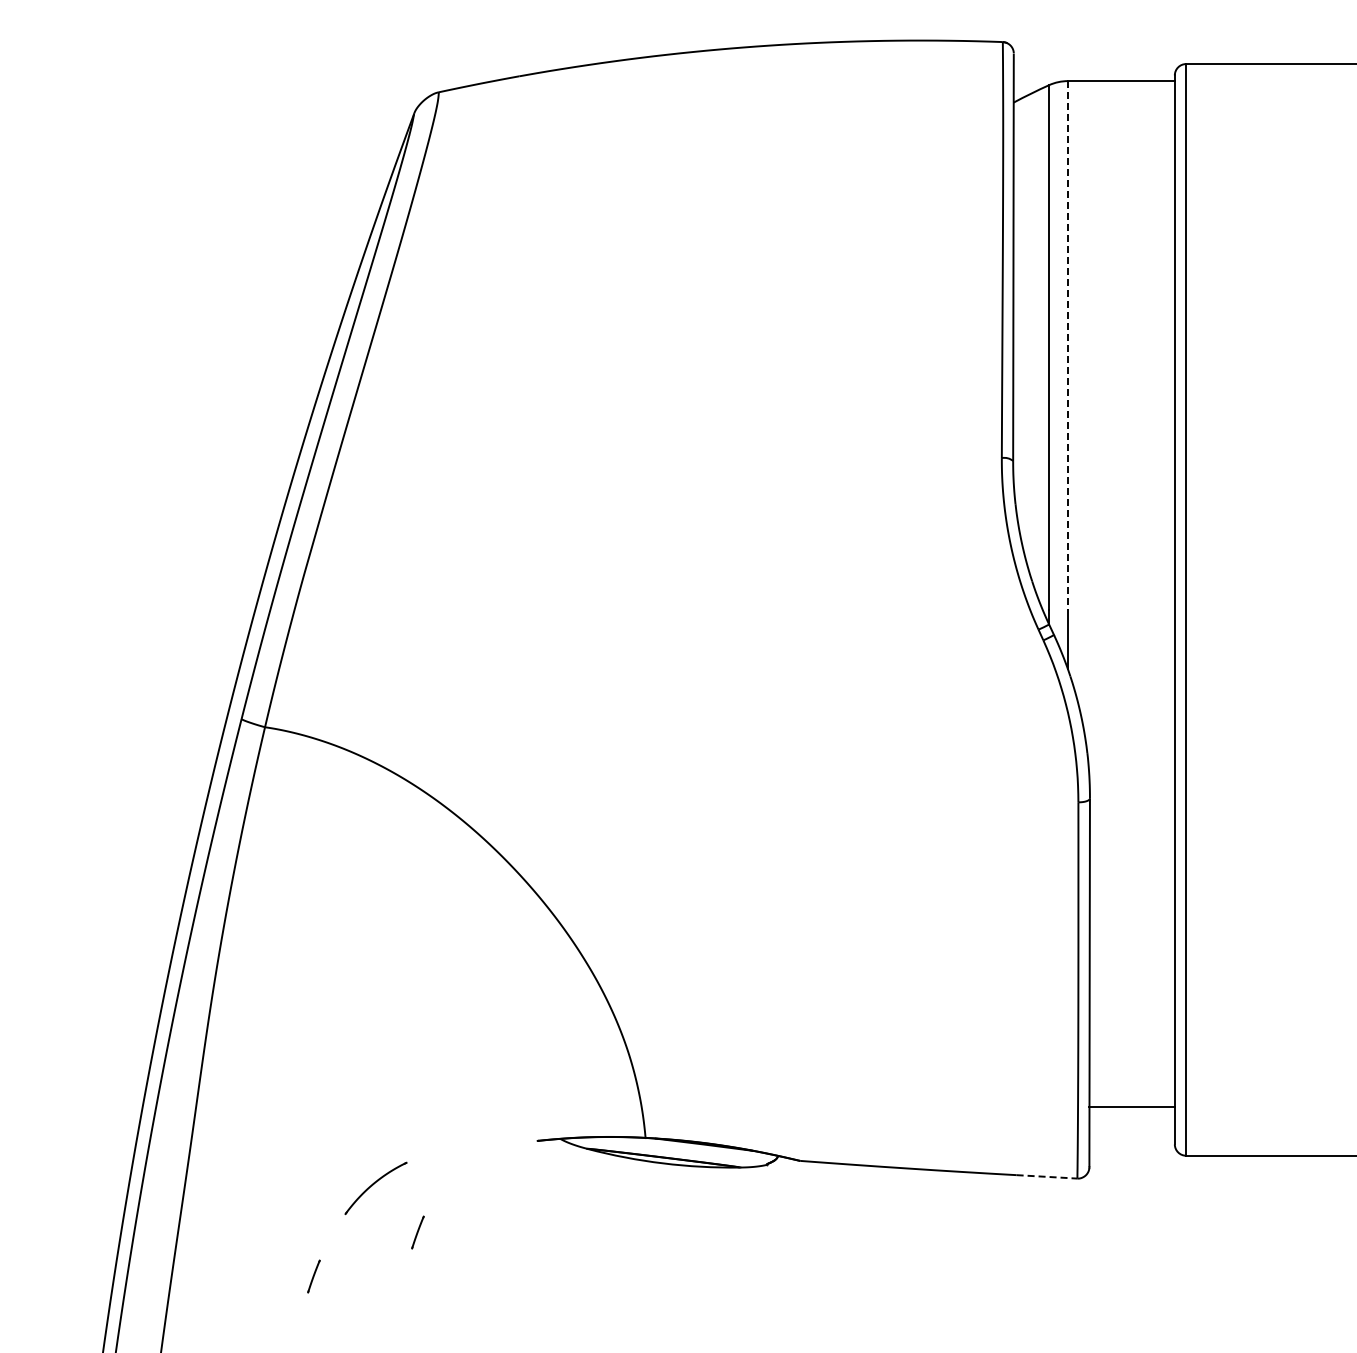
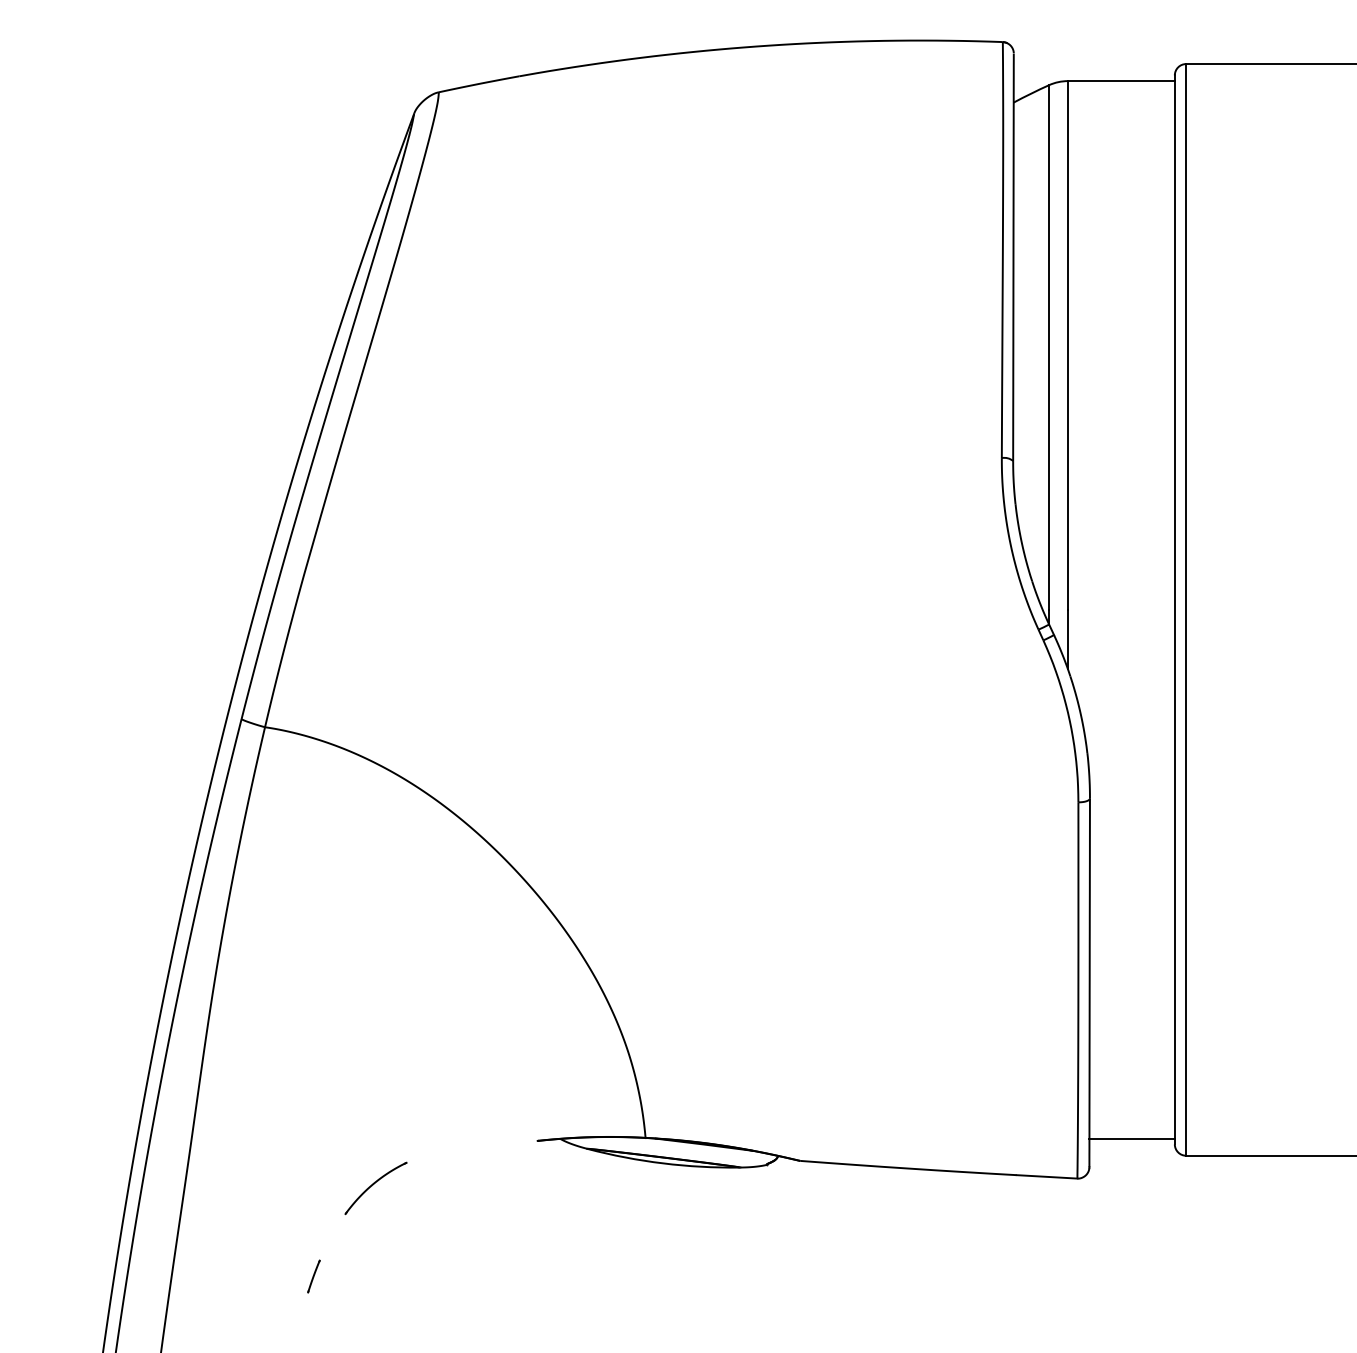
line at (1067, 346): dashed -> solid
line at (1131, 1106) position: (1131, 1106) -> (1131, 1138)
line at (1047, 1176): dashed -> solid
line at (417, 1232): present -> none
